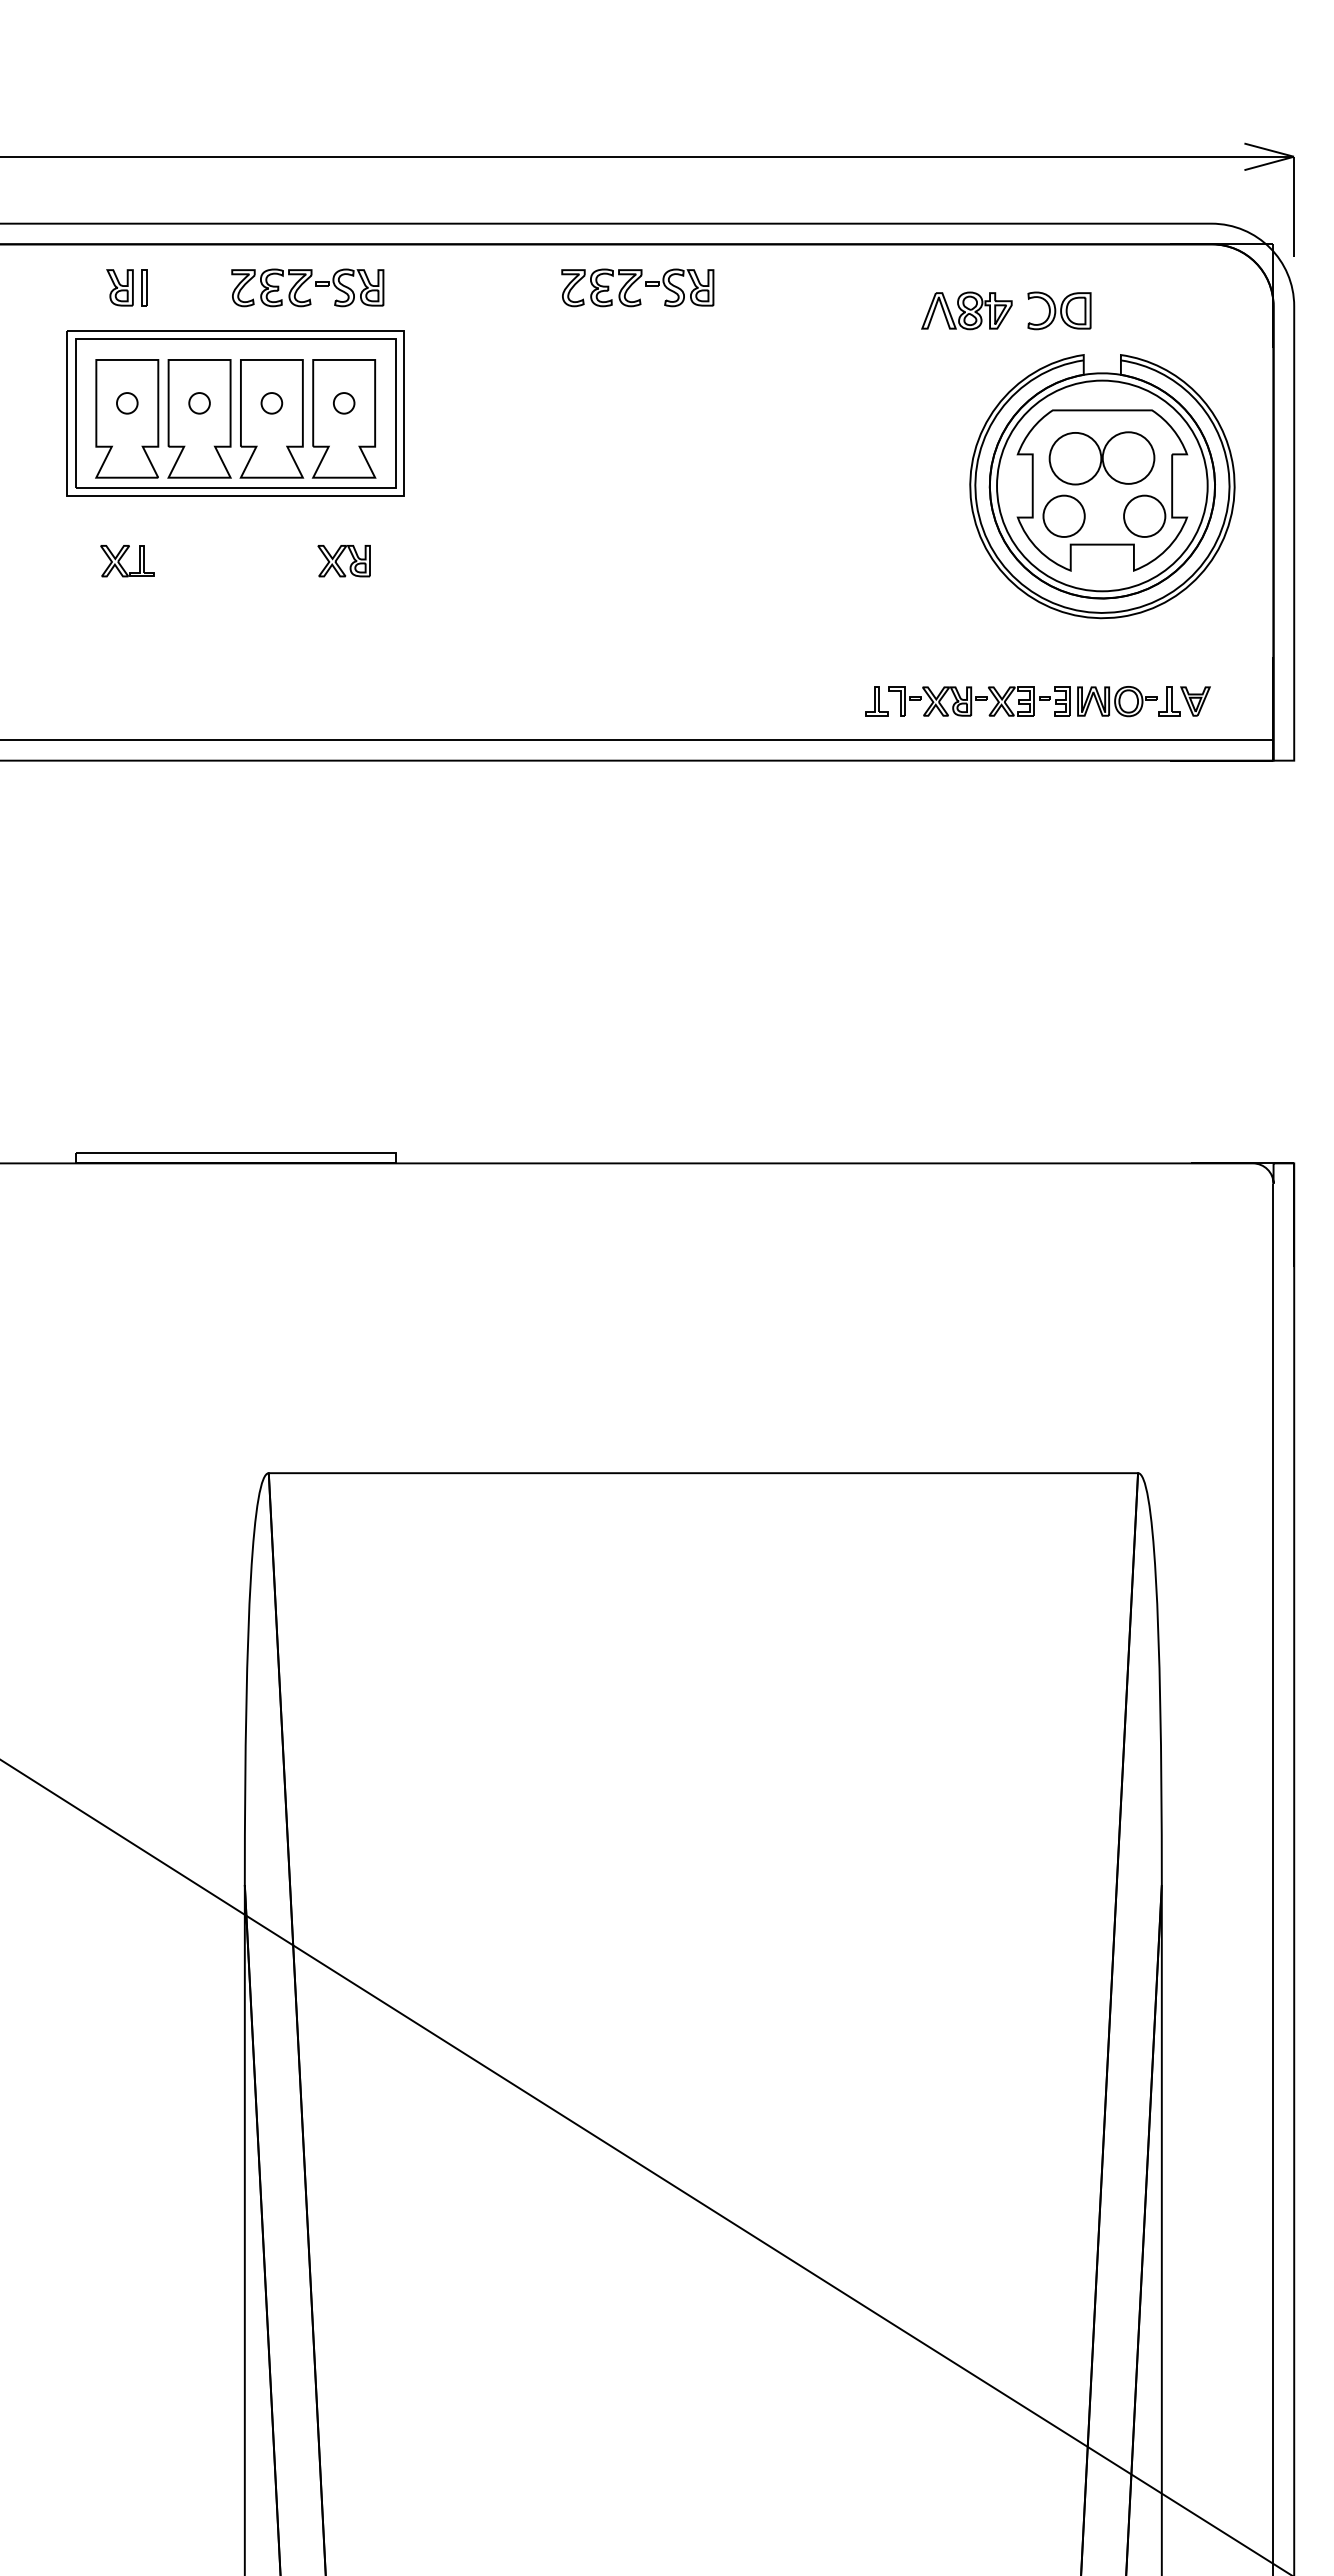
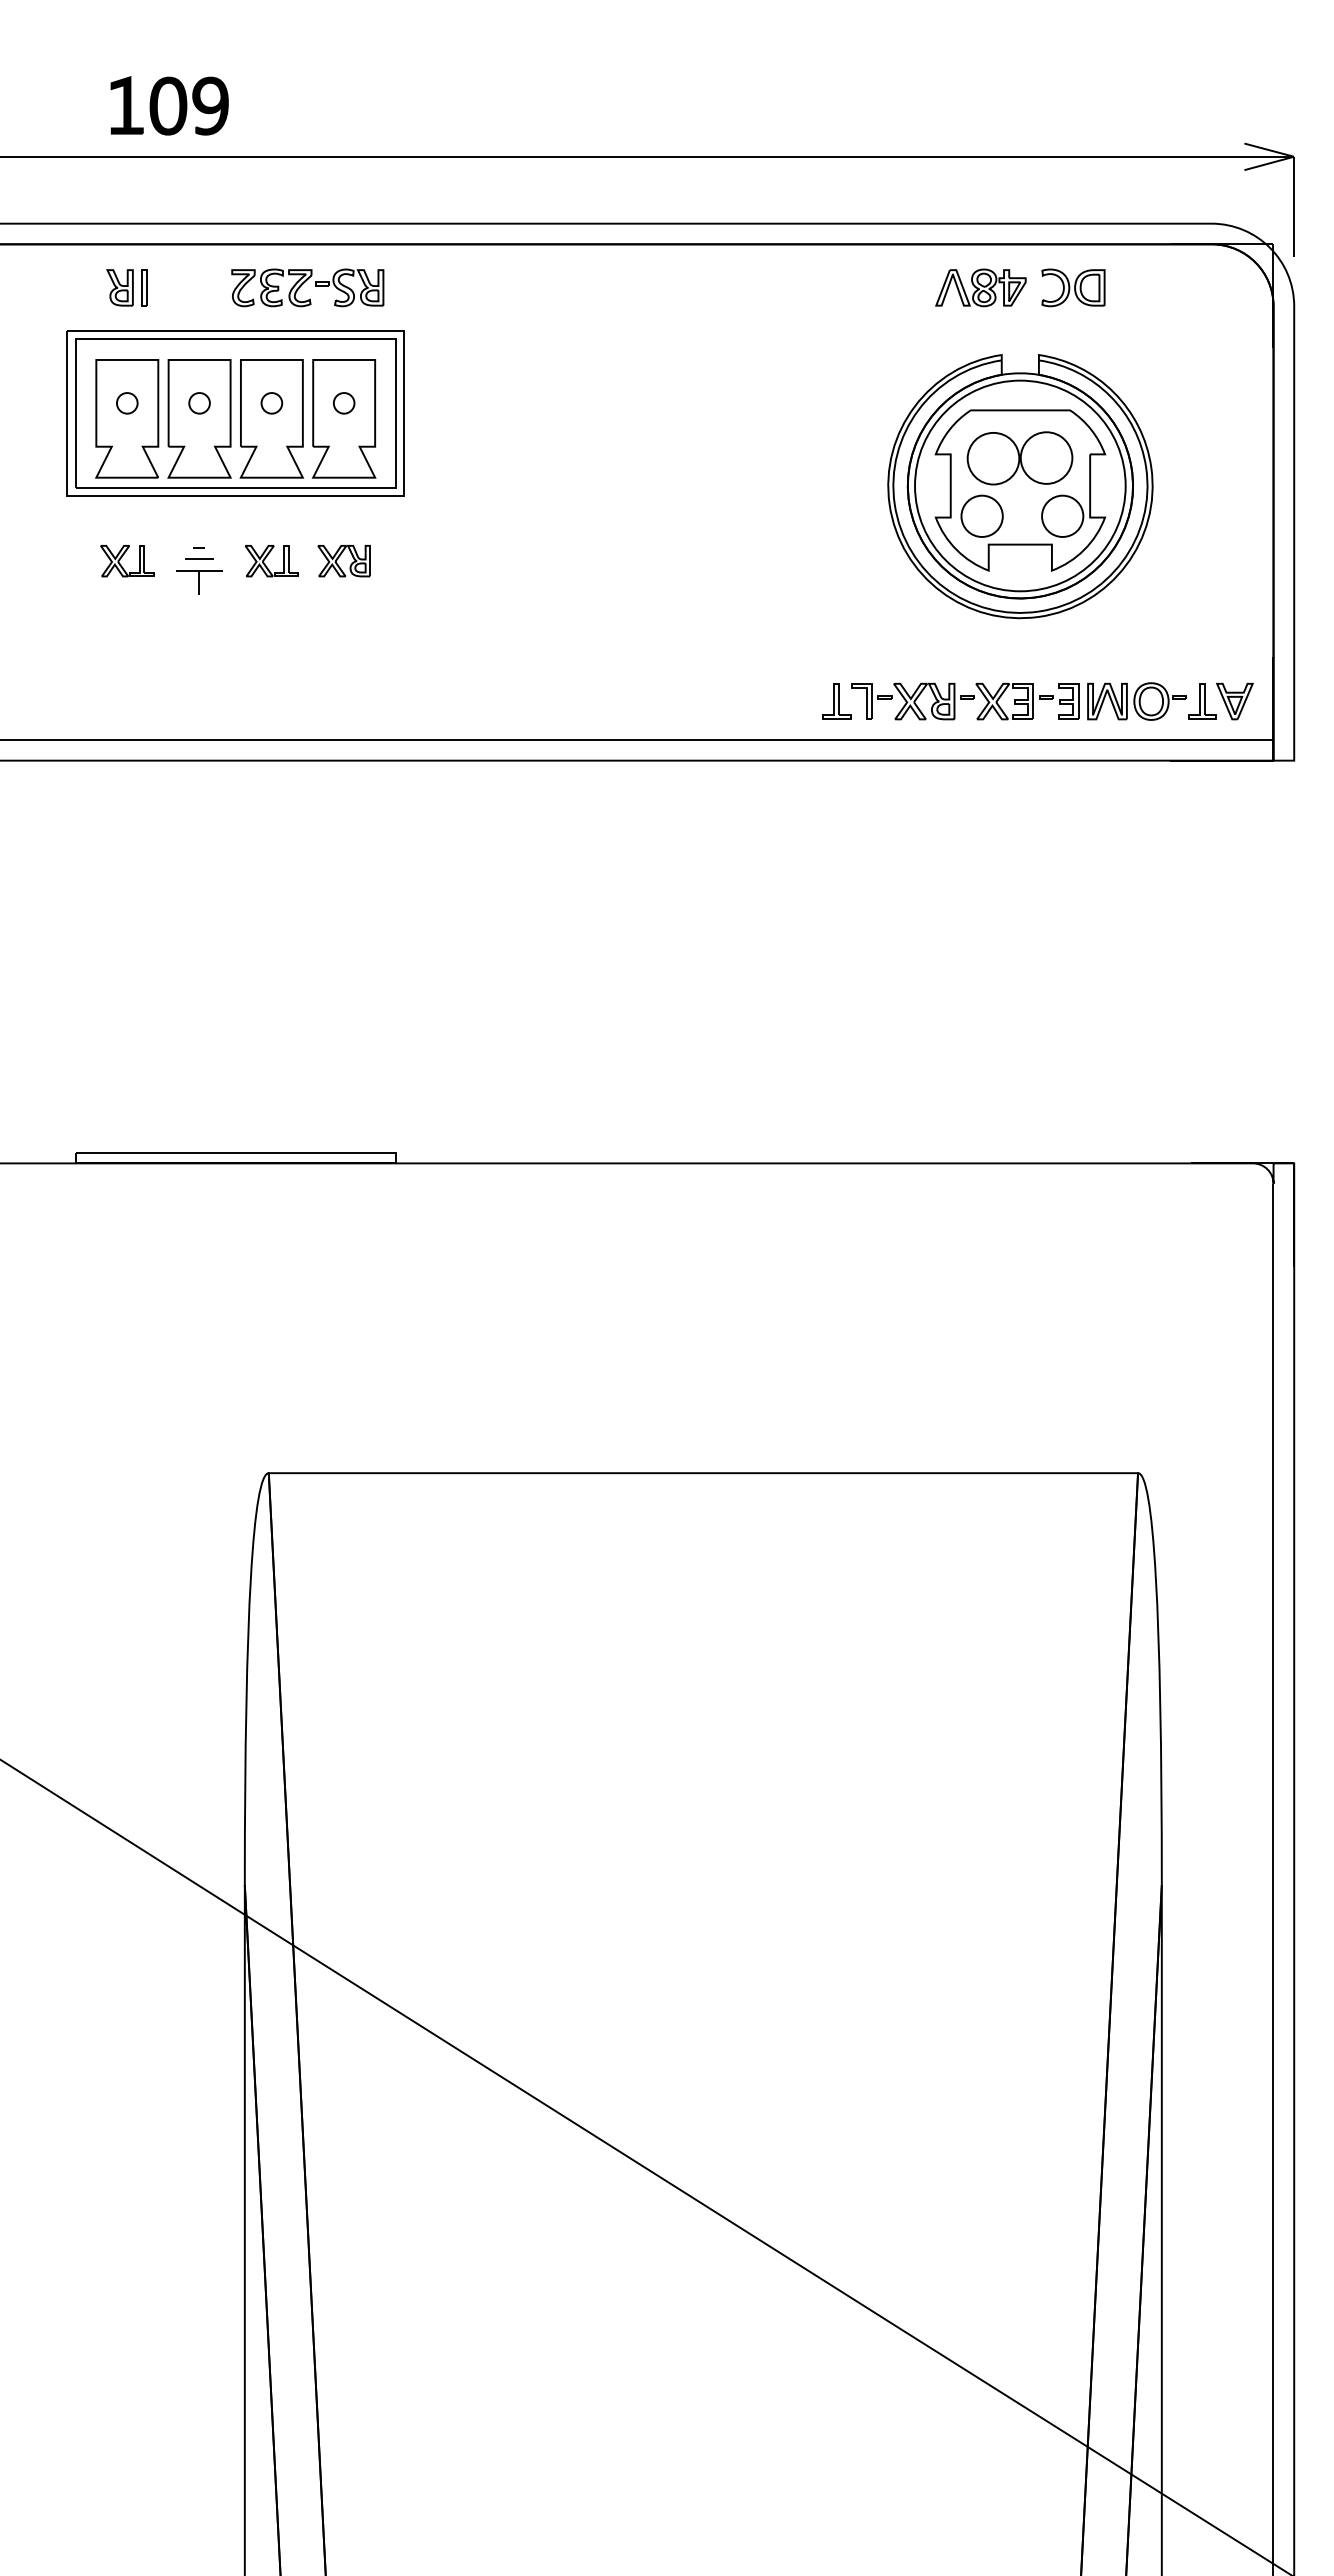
part at (169, 105): none -> present
part at (637, 287): present -> none
part at (1006, 310) position: (1006, 310) -> (1020, 287)
part at (1102, 486) position: (1102, 486) -> (1020, 486)
part at (271, 561): none -> present
part at (199, 570): none -> present
part at (1037, 701) size: 346x32 px -> 432x39 px
